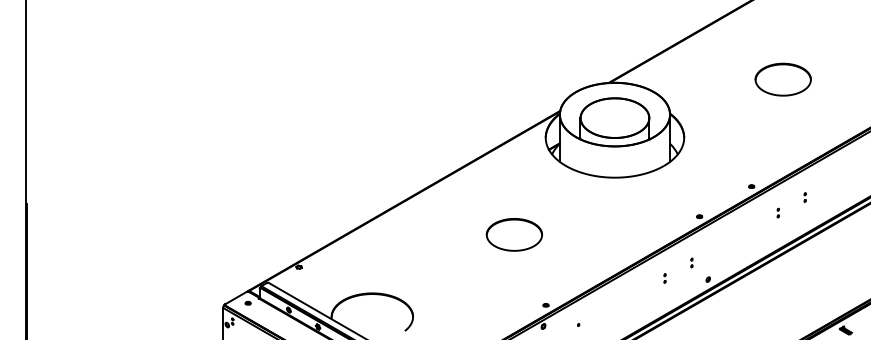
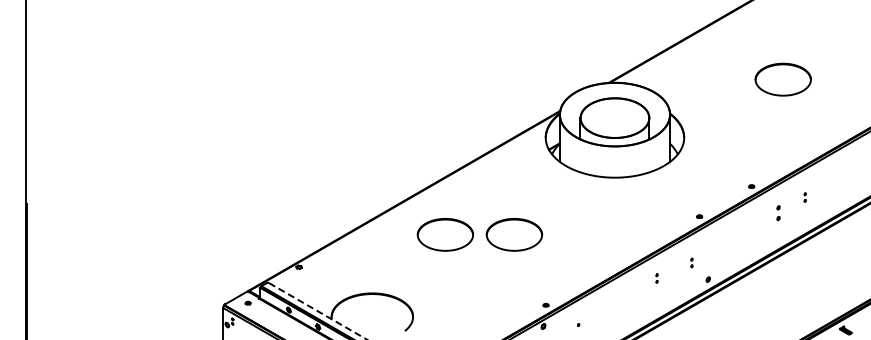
part at (777, 212) size: 4x12 px -> 5x17 px
part at (445, 234): none -> present
part at (664, 278) position: (664, 278) -> (656, 278)
line at (318, 311): solid -> dashed
